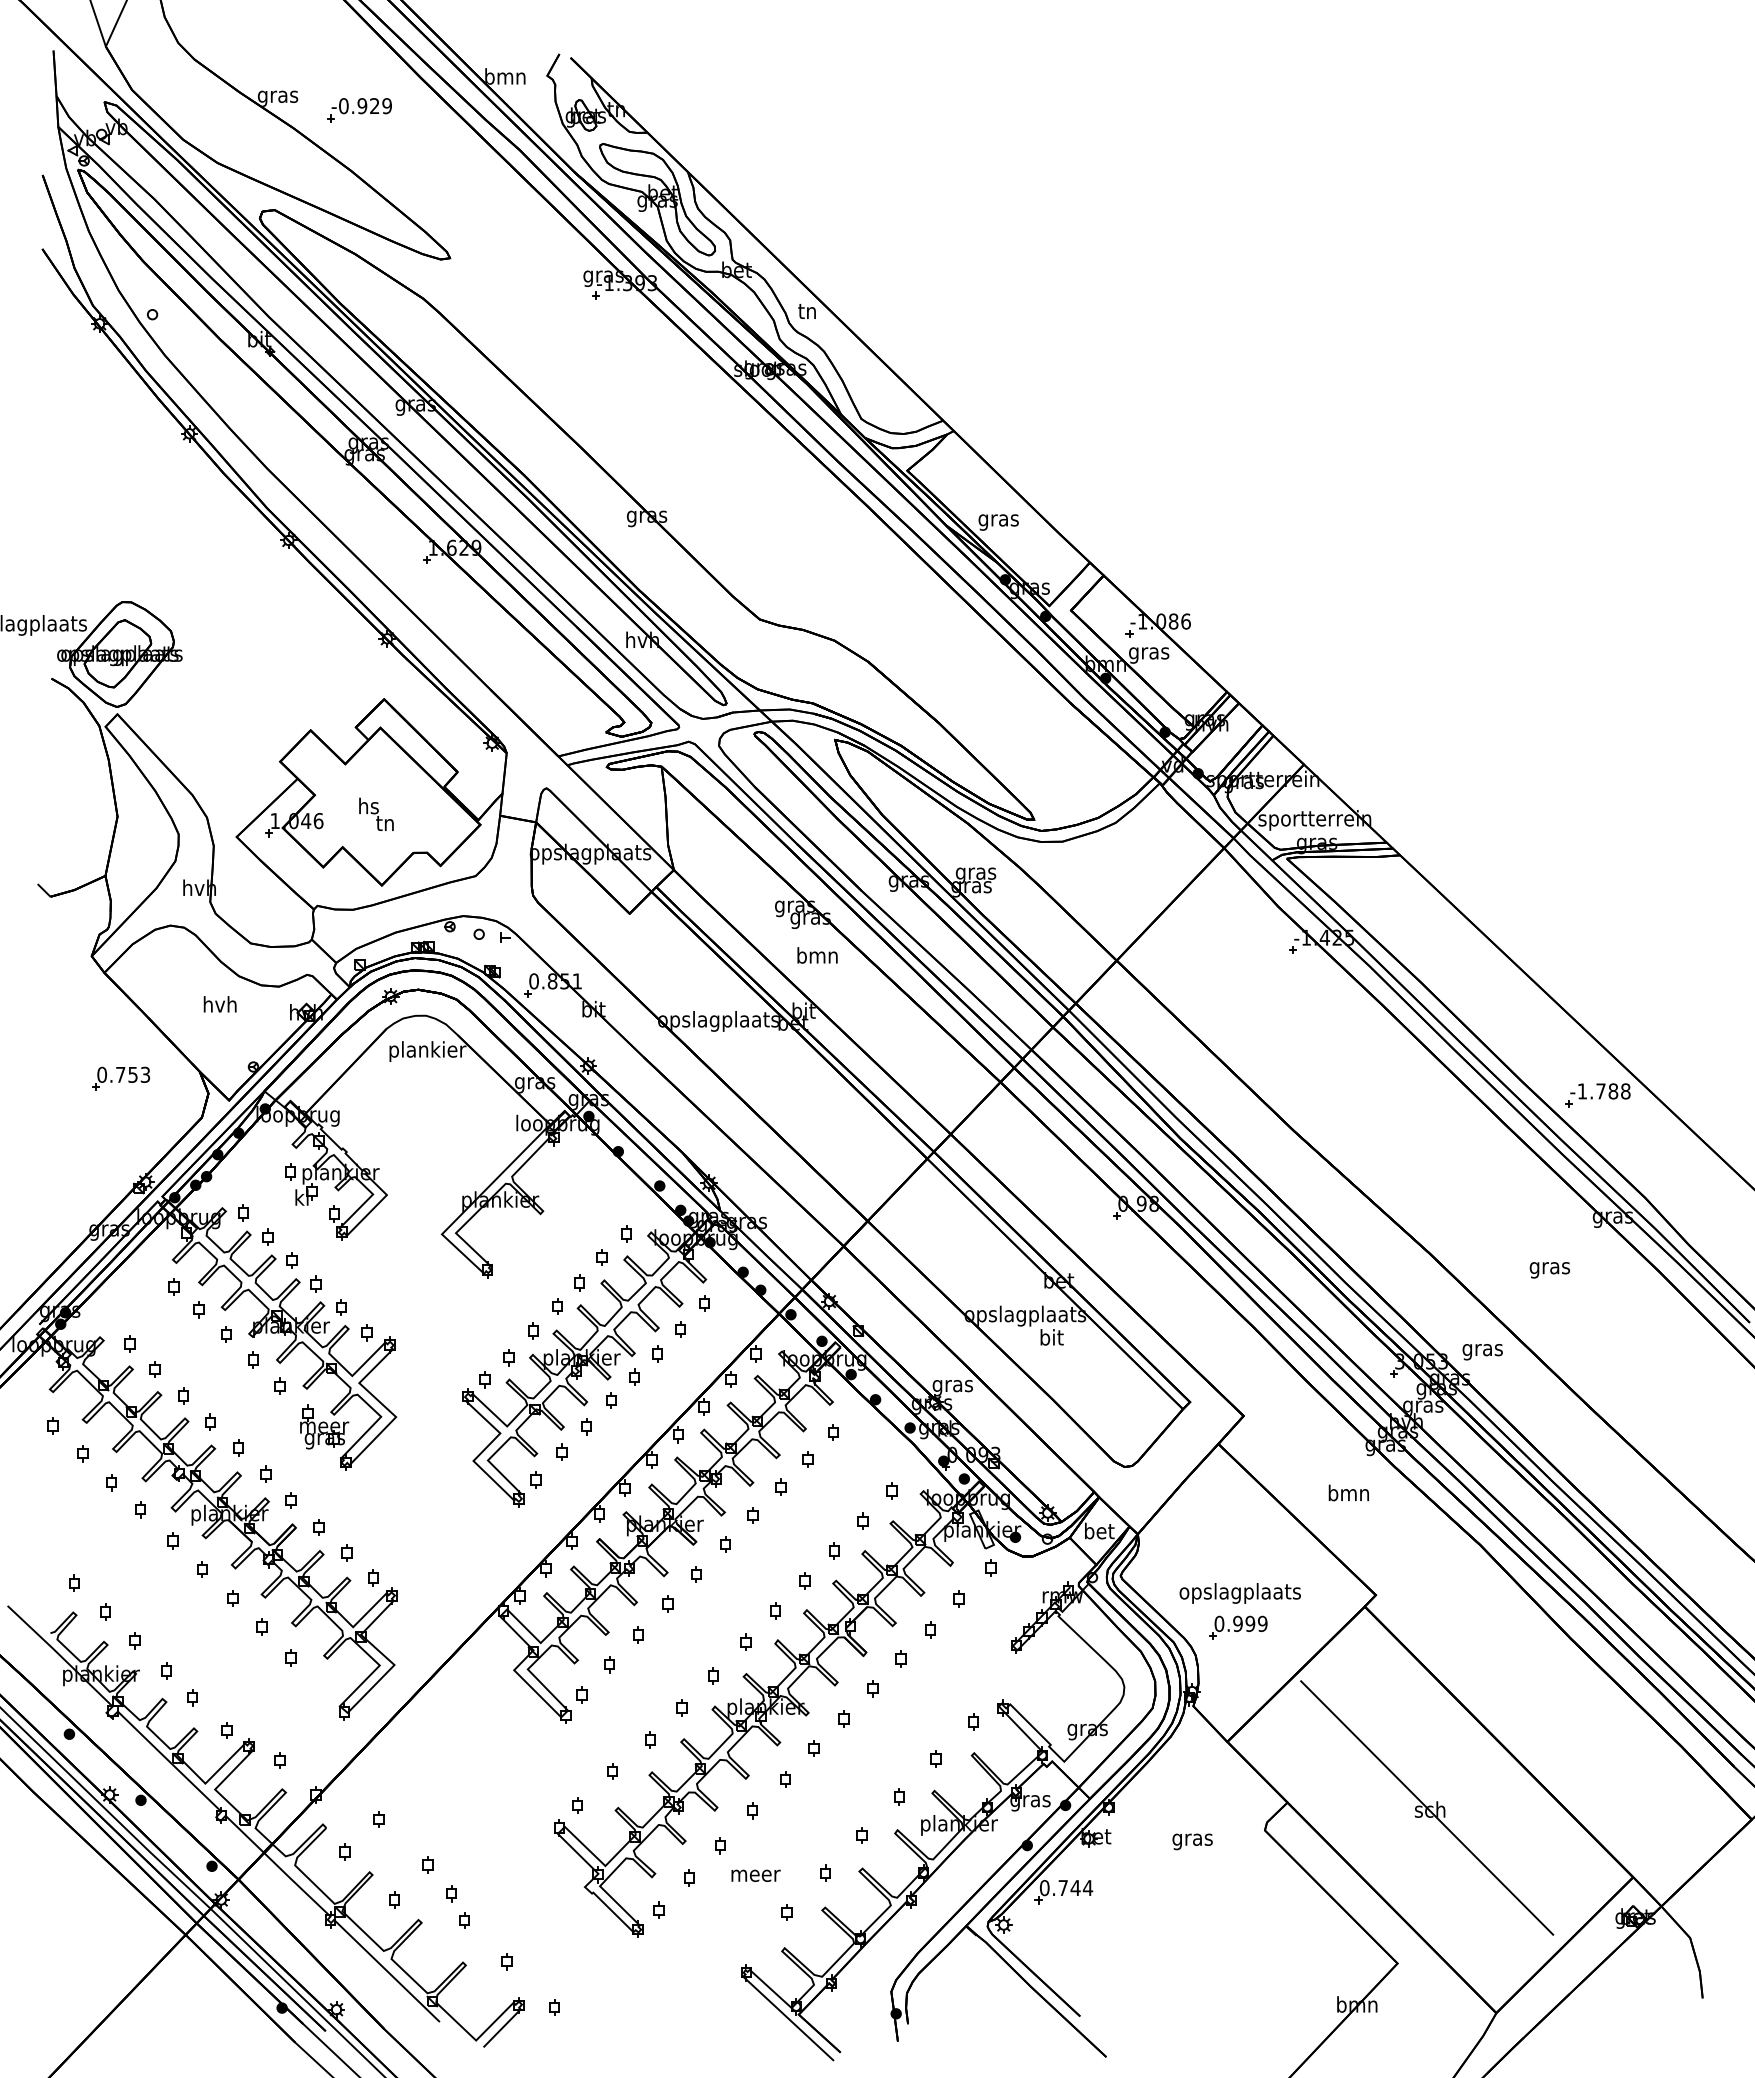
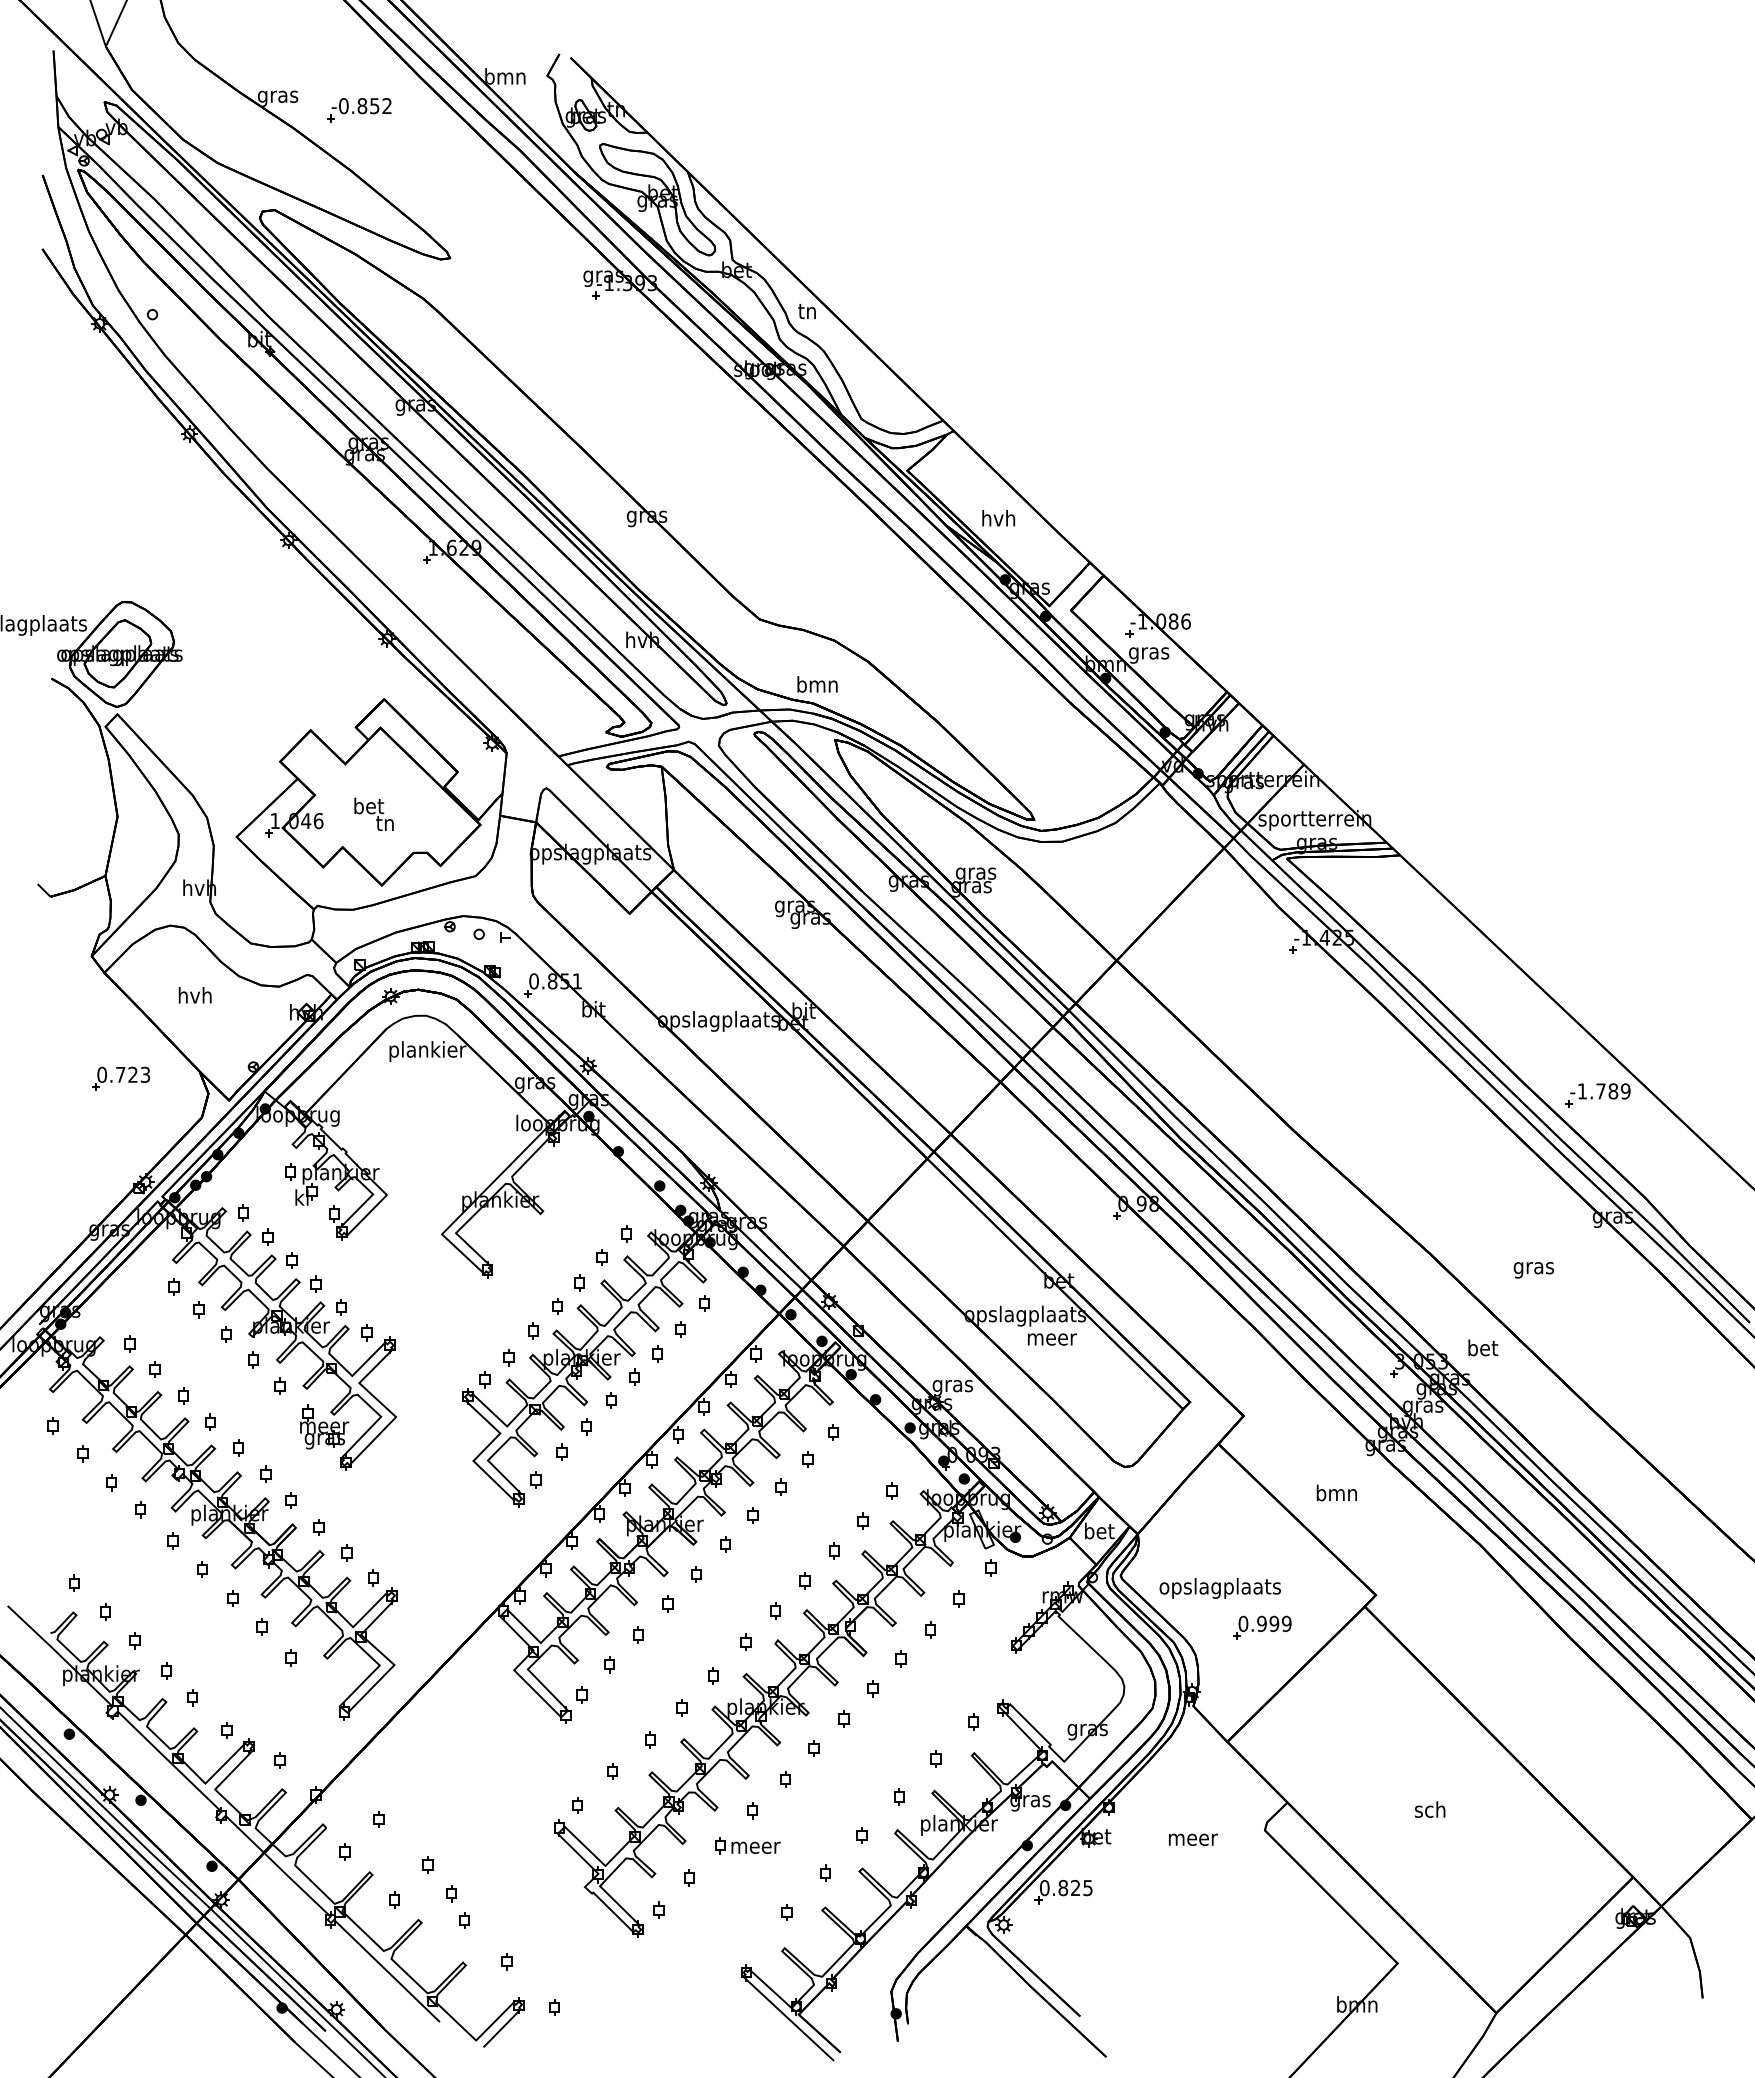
text at (374, 106): -0.929 -> -0.852
text at (998, 520): gras -> hvh
text at (369, 805): hs -> bet
text at (817, 955) position: (817, 955) -> (817, 684)
text at (219, 1004) position: (219, 1004) -> (194, 995)
text at (132, 1074): 0.753 -> 0.723
text at (1625, 1091): -1.788 -> -1.789
text at (1549, 1270) position: (1549, 1270) -> (1533, 1270)
text at (1051, 1337): bit -> meer
text at (1482, 1349): gras -> bet
text at (1348, 1492) position: (1348, 1492) -> (1336, 1492)
text at (1239, 1593) position: (1239, 1593) -> (1219, 1588)
part at (1238, 1627) position: (1238, 1627) -> (1262, 1627)
line at (1427, 1807): present -> none
text at (1193, 1841): gras -> meer
text at (755, 1875) position: (755, 1875) -> (755, 1847)
text at (1075, 1888): 0.744 -> 0.825
